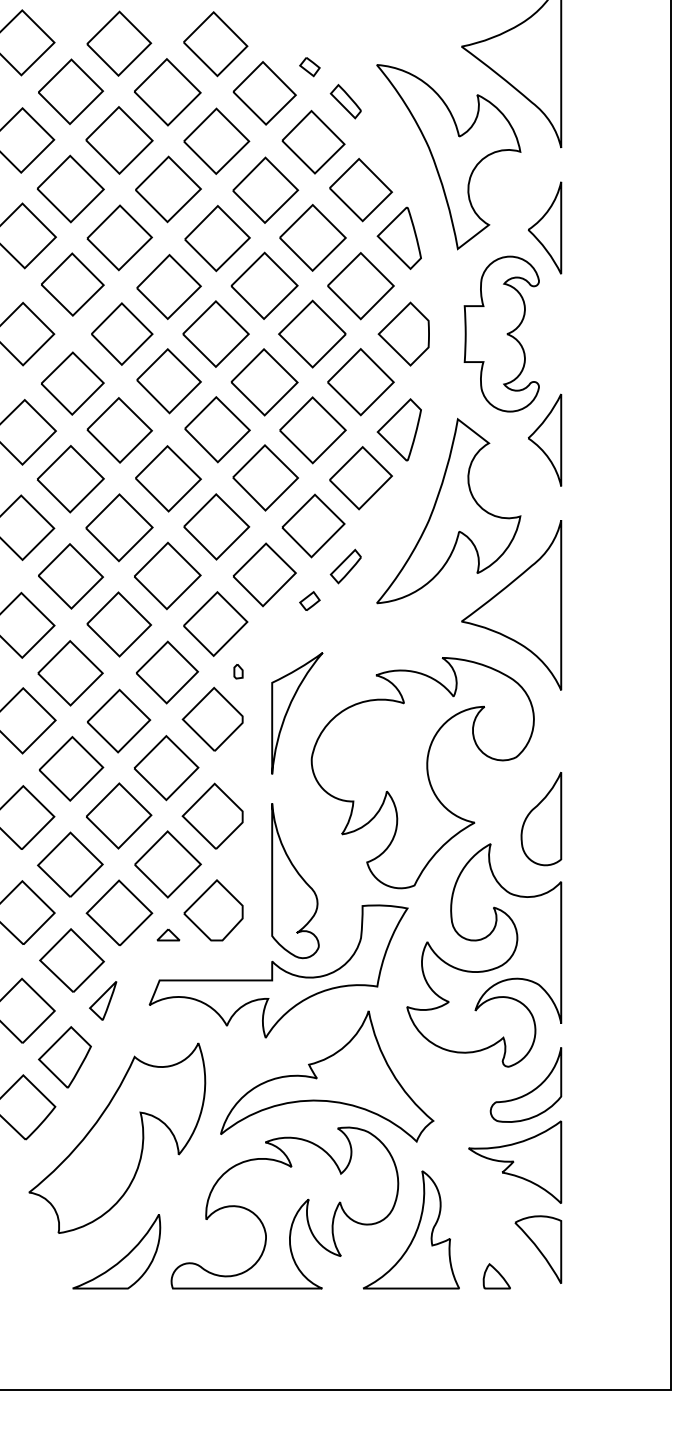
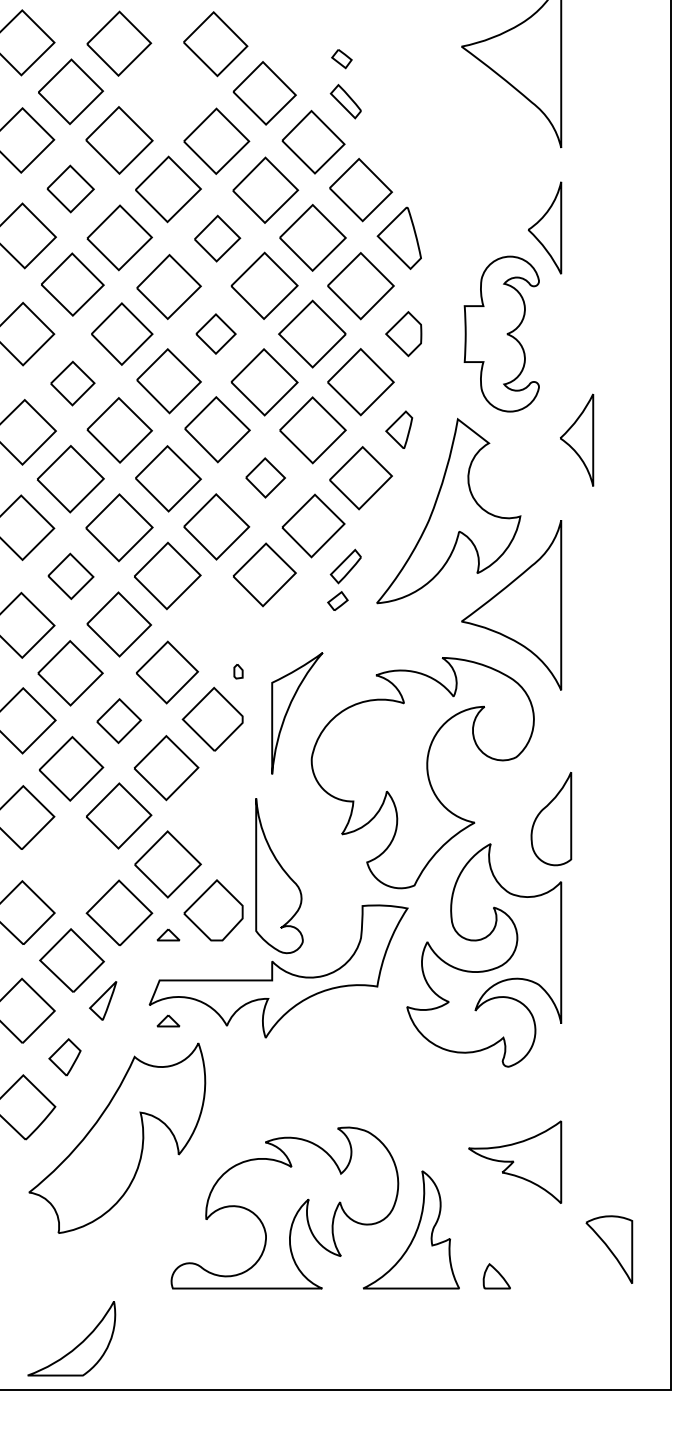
part at (309, 67) position: (309, 67) -> (341, 59)
part at (167, 92): present -> none
part at (448, 157): present -> none
part at (70, 188) size: 69x70 px -> 49x50 px
part at (217, 238) size: 67x68 px -> 48x49 px
part at (215, 333) size: 68x68 px -> 42x42 px
part at (403, 333) size: 53x66 px -> 38x47 px
part at (72, 383) size: 64x65 px -> 46x47 px
part at (398, 429) size: 46x64 px -> 29x39 px
part at (545, 439) position: (545, 439) -> (577, 439)
part at (265, 477) size: 67x68 px -> 41x42 px
part at (70, 576) size: 66x67 px -> 48x49 px
part at (309, 600) position: (309, 600) -> (337, 600)
part at (215, 623): present -> none
part at (119, 720) size: 65x66 px -> 46x46 px
part at (212, 815): present -> none
part at (541, 819) position: (541, 819) -> (551, 819)
part at (70, 864): present -> none
part at (295, 881) position: (295, 881) -> (279, 876)
part at (168, 1020): none -> present
part at (64, 1057) size: 54x63 px -> 34x39 px
part at (327, 1076): present -> none
part at (529, 1091): present -> none
part at (538, 1249) position: (538, 1249) -> (609, 1249)
part at (120, 1259) position: (120, 1259) -> (75, 1346)
